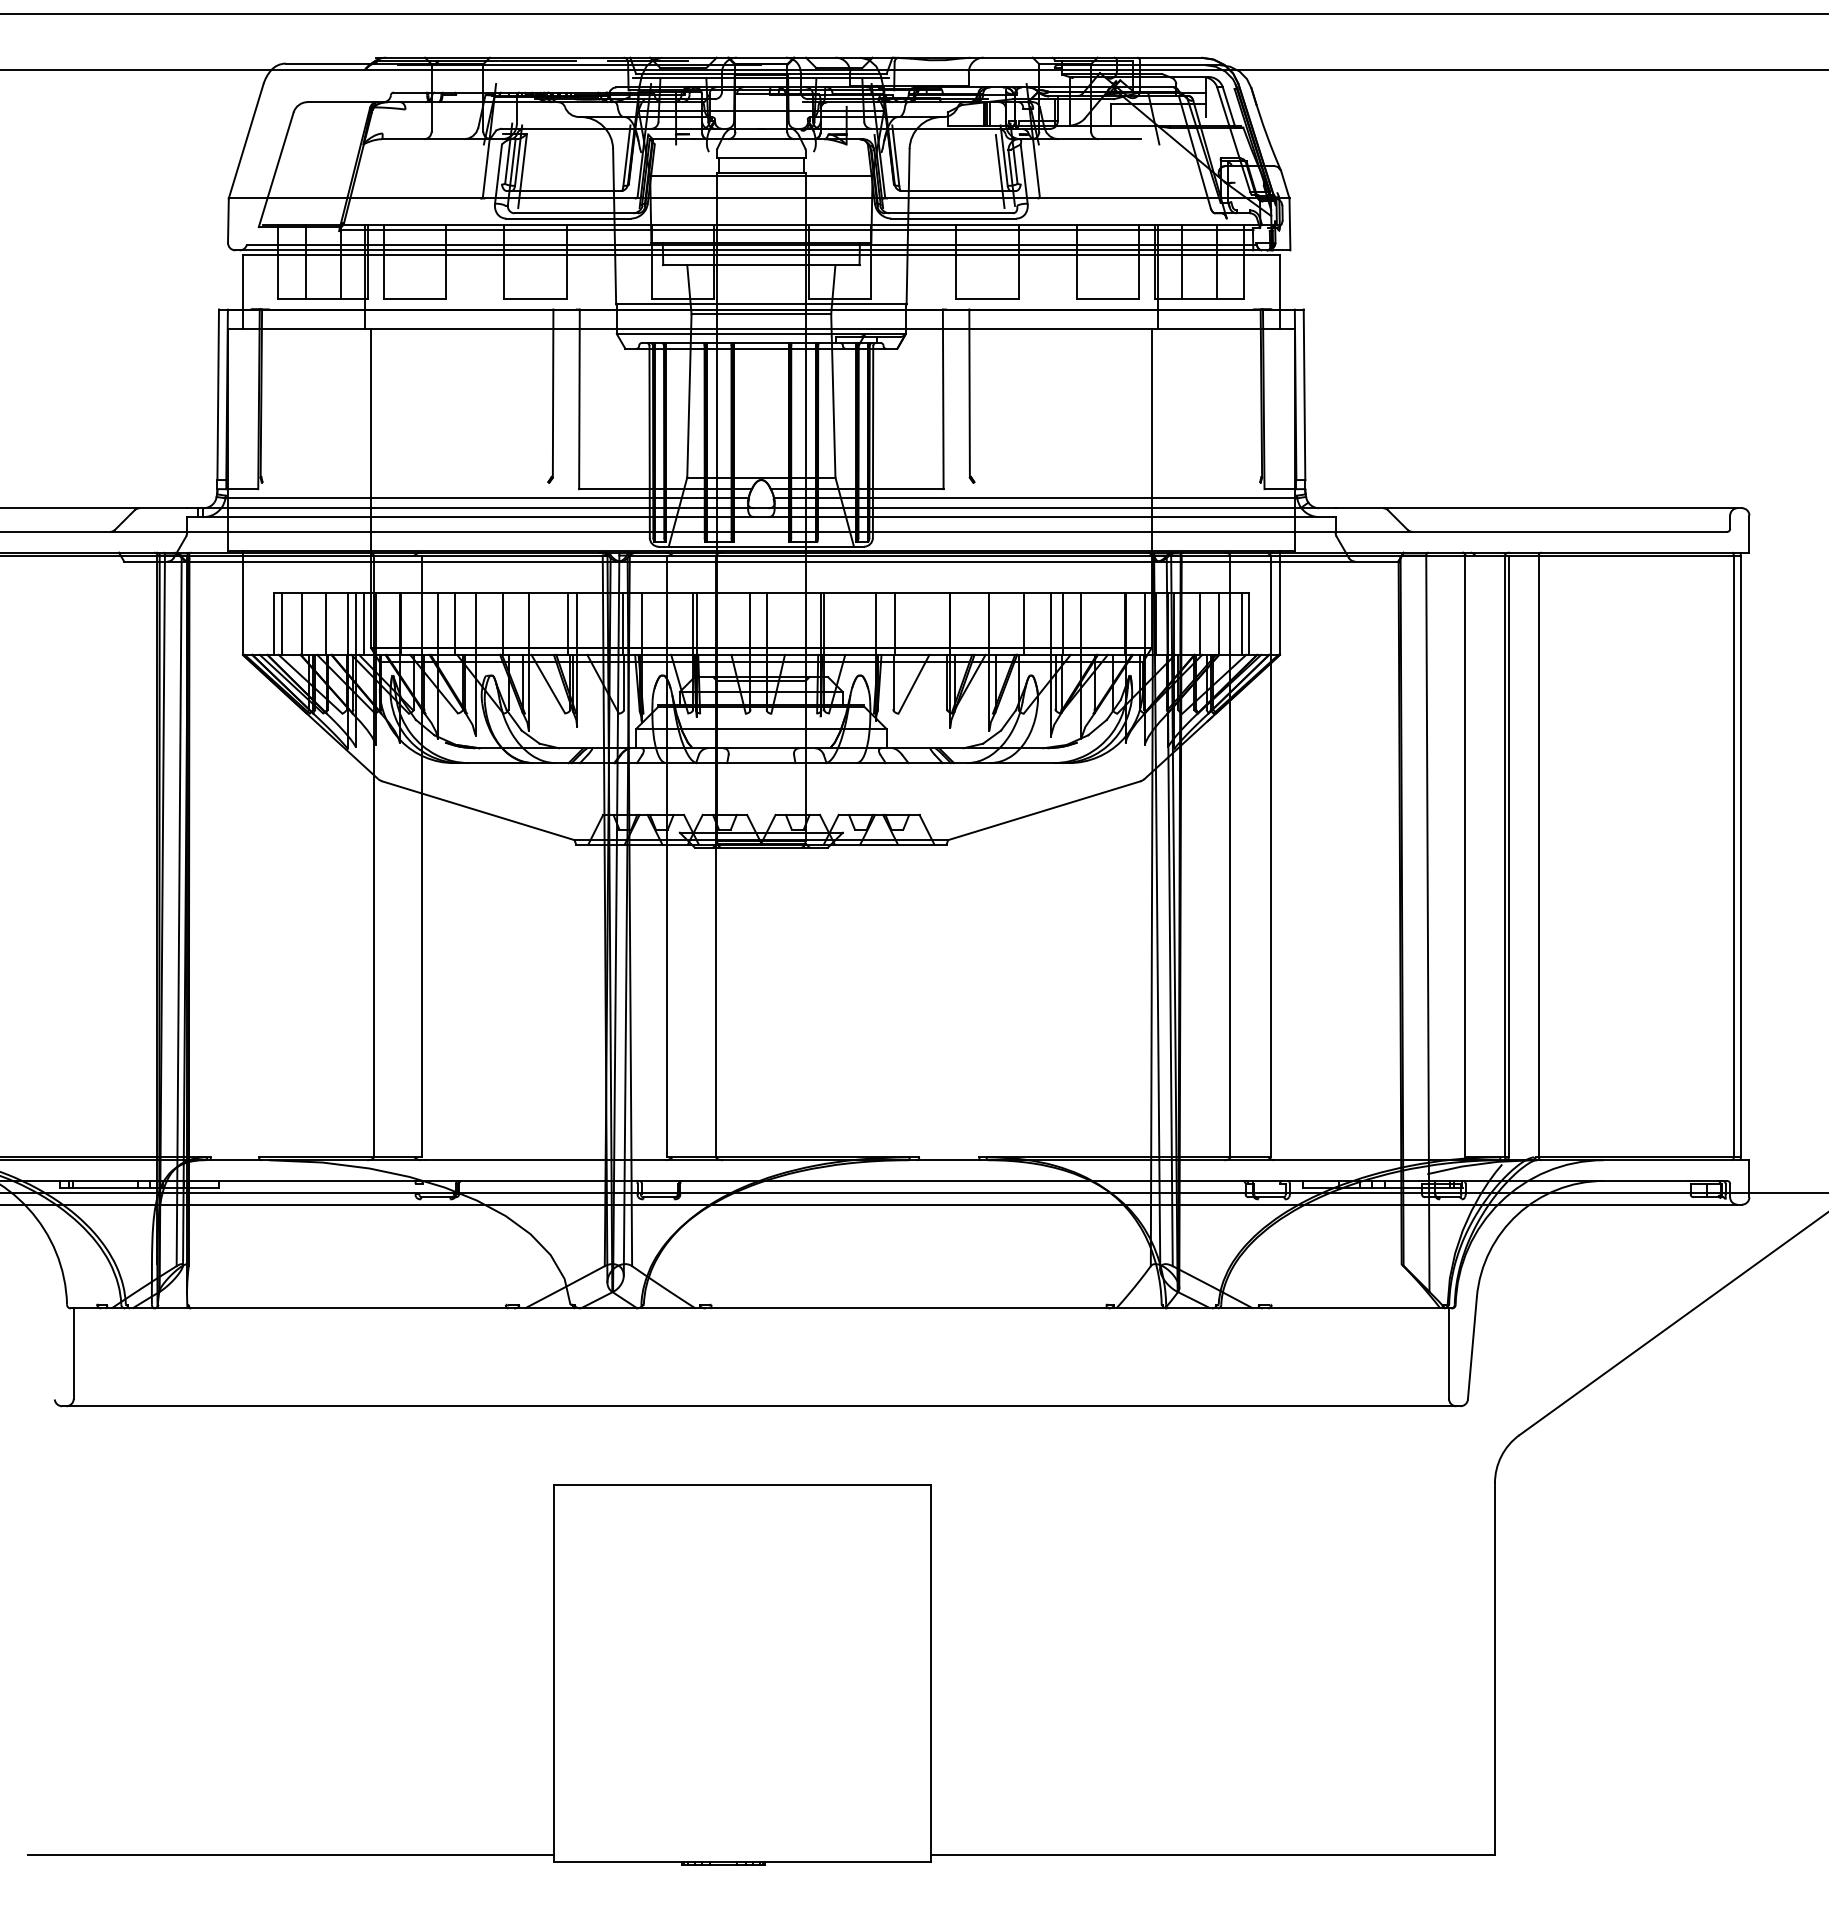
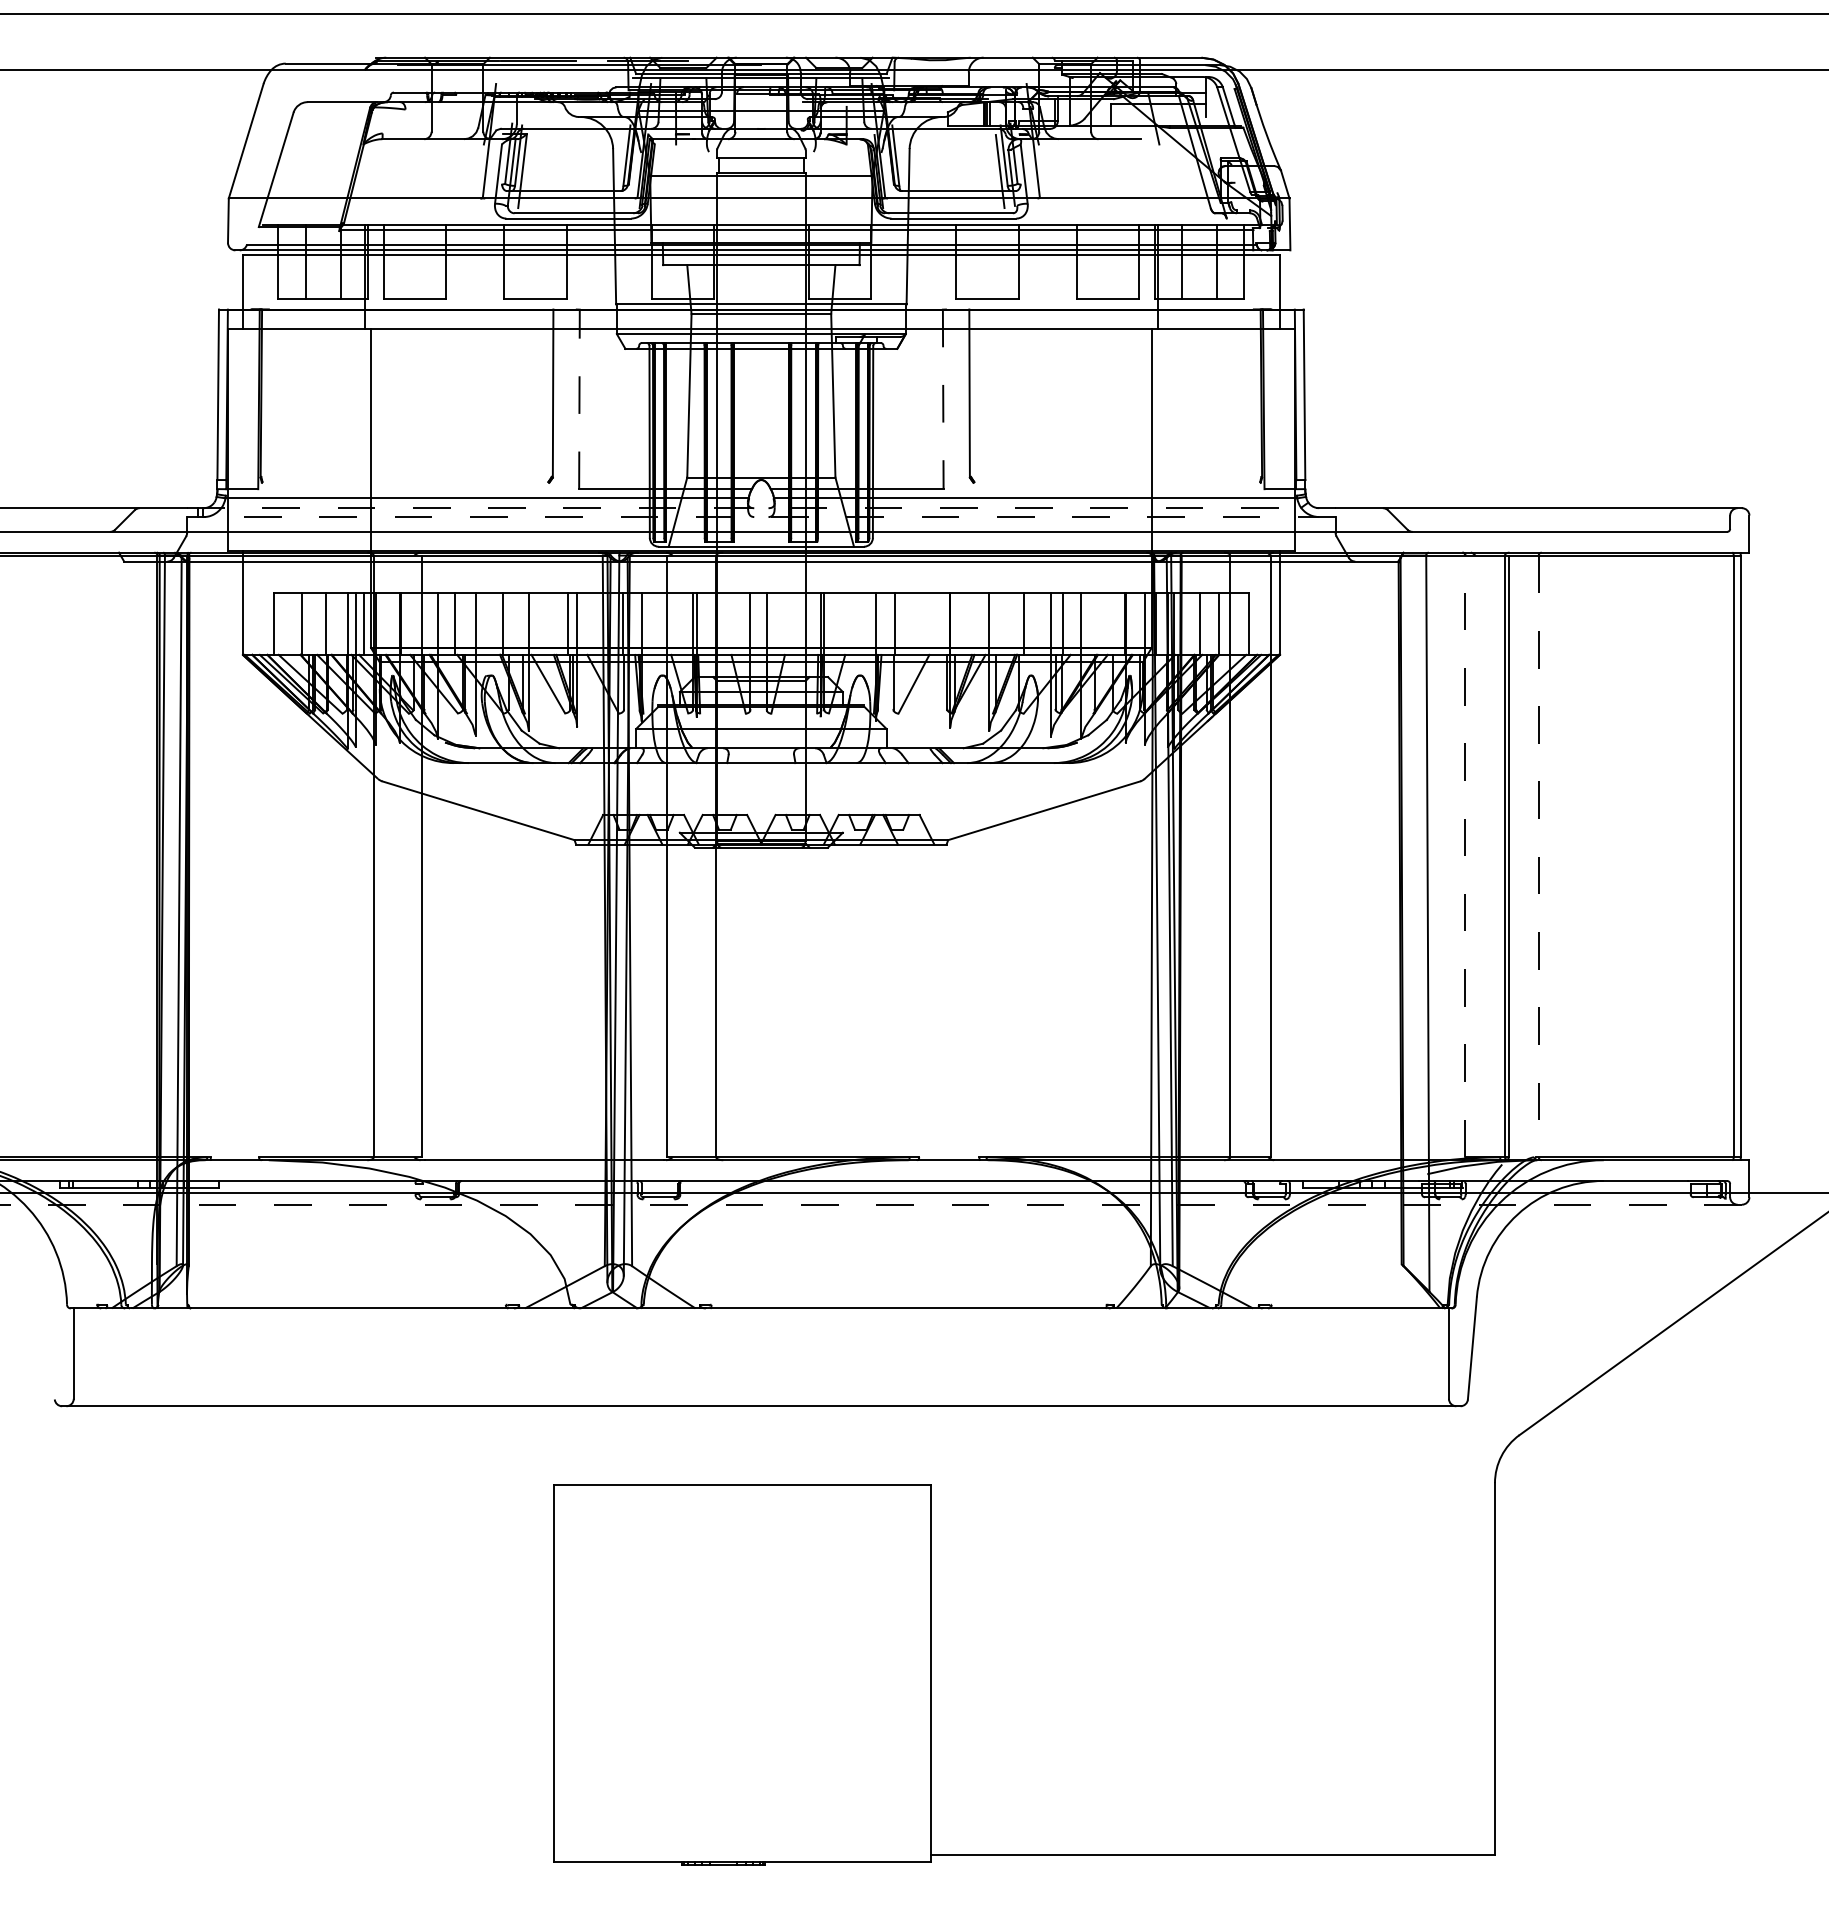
line at (579, 399): solid -> dashed
line at (943, 399): solid -> dashed
line at (761, 508): solid -> dashed
line at (760, 517): solid -> dashed
line at (281, 623): present -> none
line at (1241, 623): present -> none
line at (1465, 856): solid -> dashed
line at (1538, 856): solid -> dashed
line at (871, 1204): solid -> dashed
line at (290, 1854): present -> none
